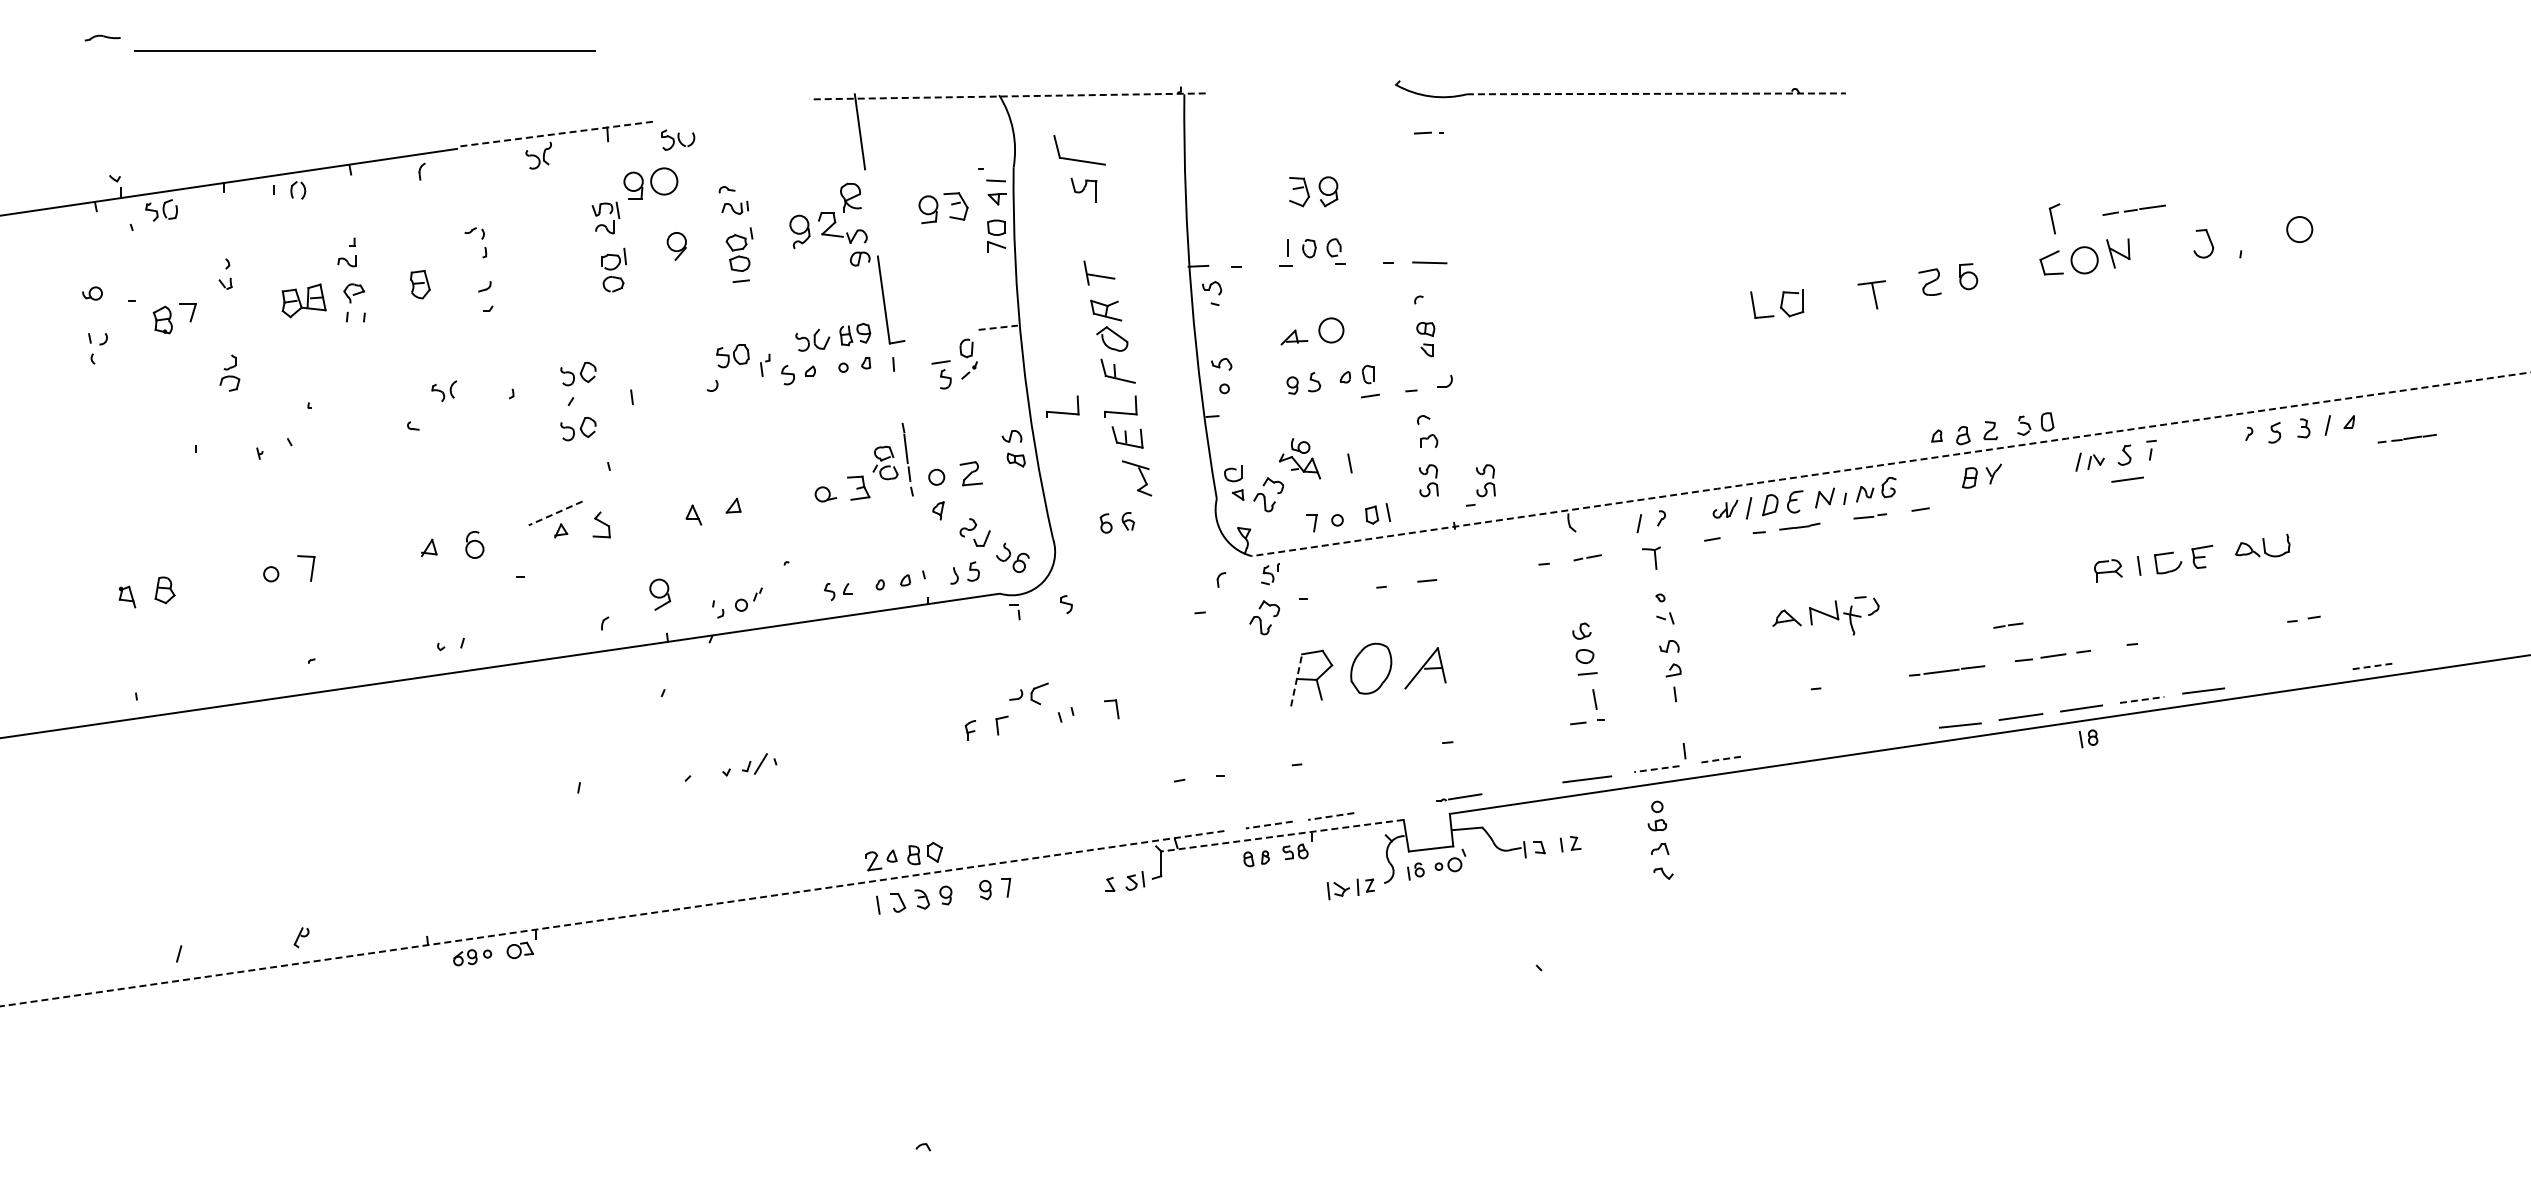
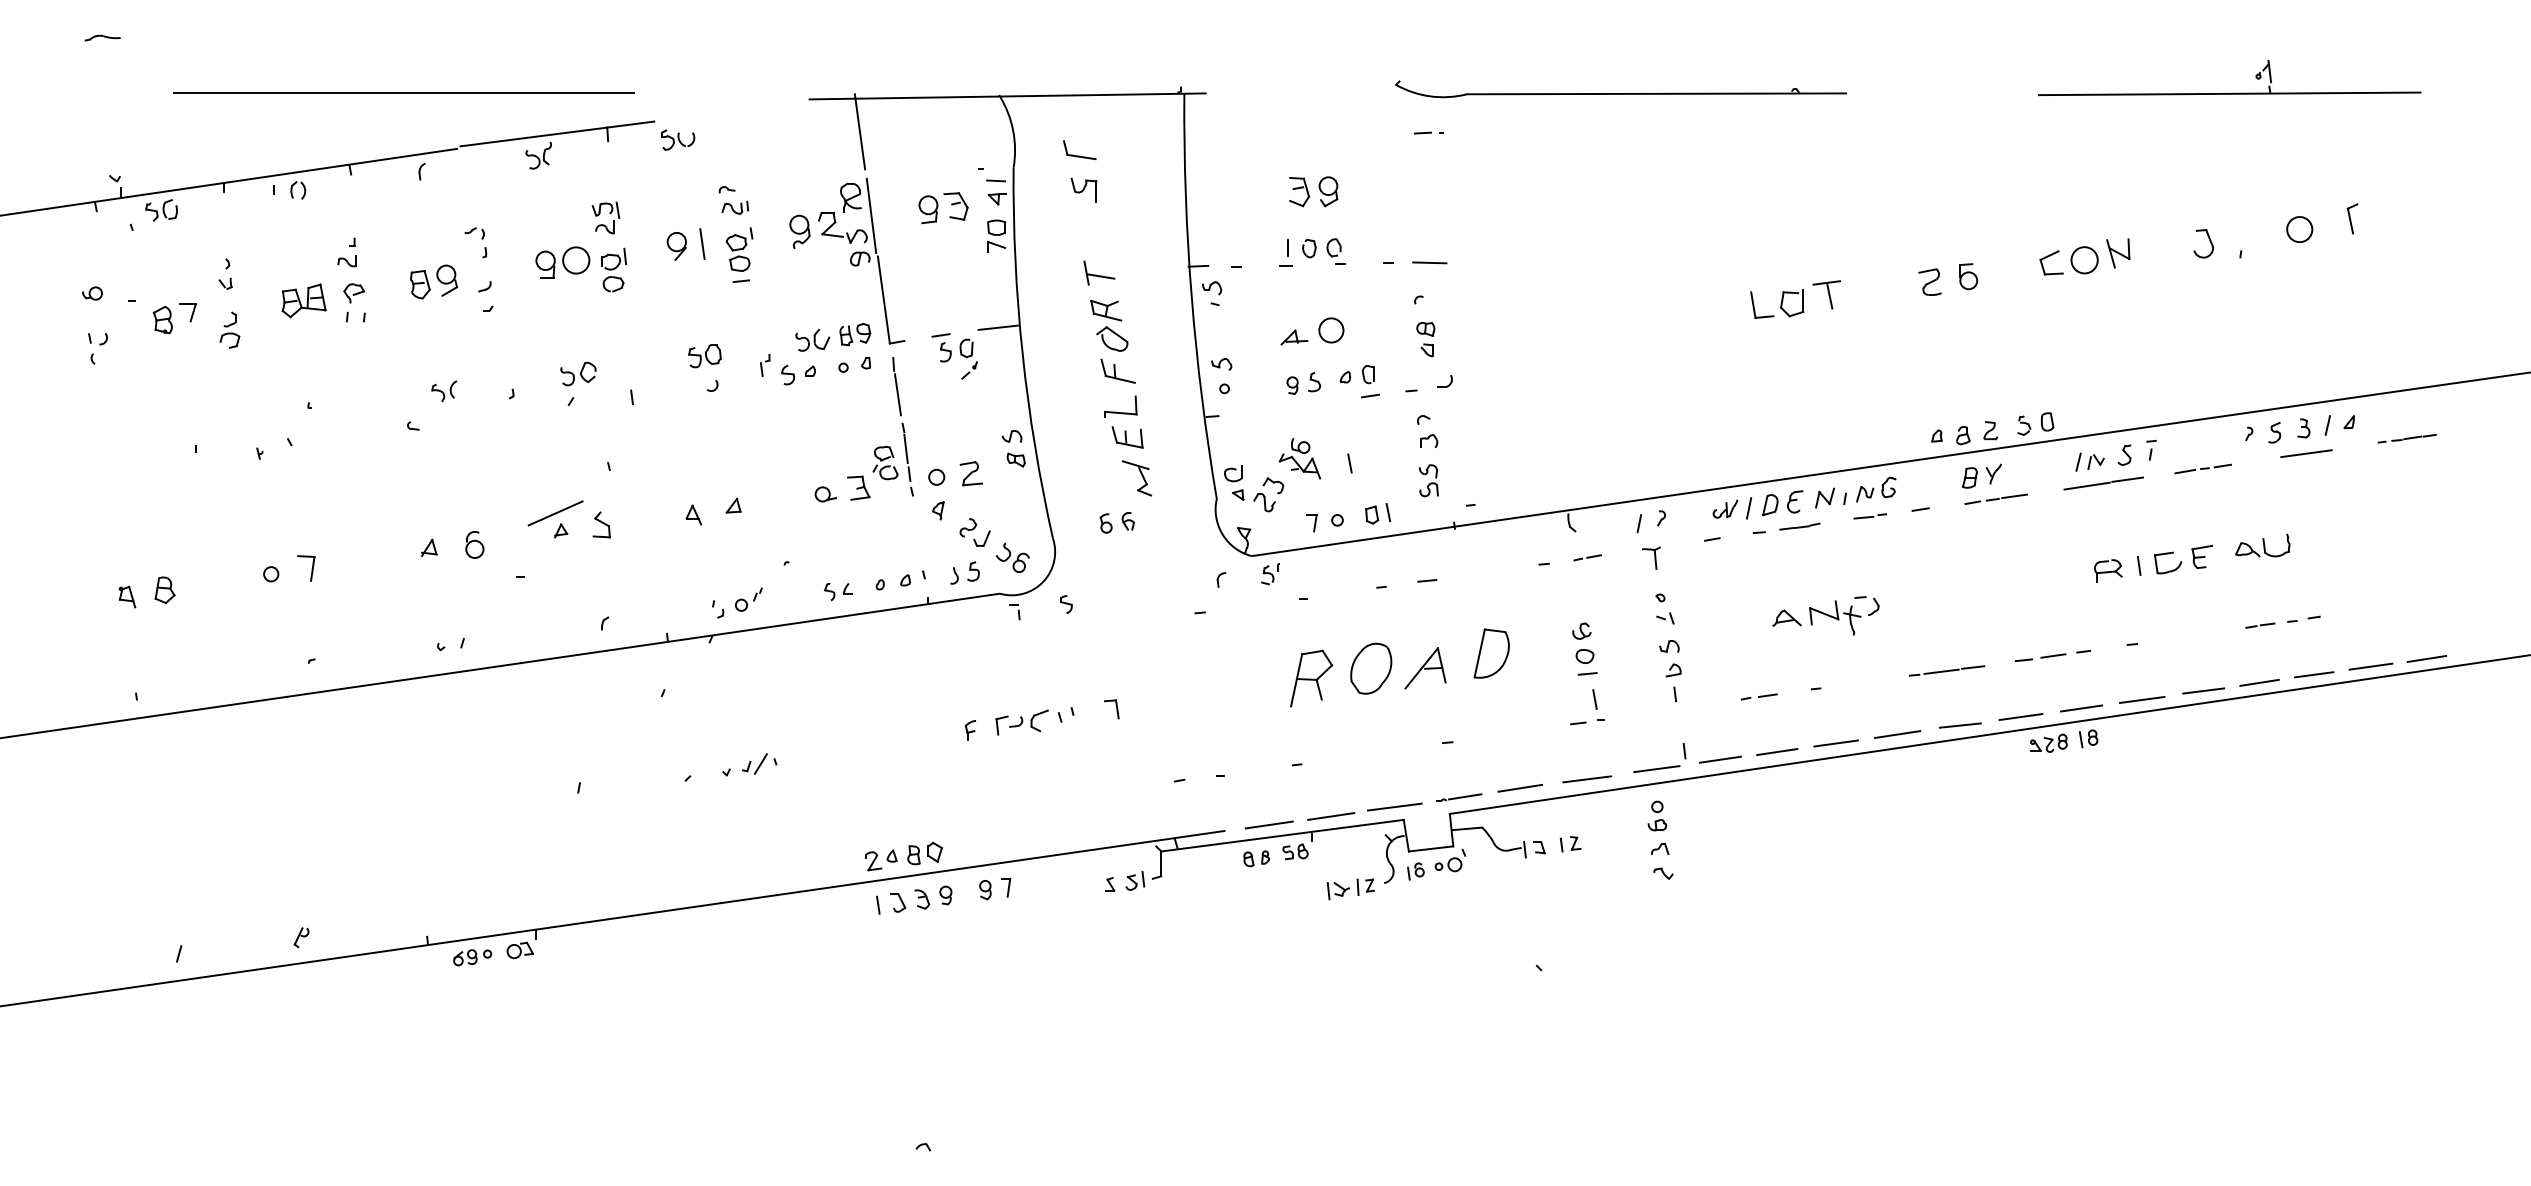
line at (364, 50) position: (364, 50) -> (403, 92)
part at (2232, 92): none -> present
line at (1656, 93): dashed -> solid
line at (1007, 96): dashed -> solid
line at (557, 133): dashed -> solid
part at (1079, 150) size: 53x31 px -> 34x20 px
part at (650, 183) position: (650, 183) -> (562, 262)
line at (2133, 209) position: (2133, 209) -> (1995, 498)
line at (871, 215): none -> present
part at (2054, 218) position: (2054, 218) -> (2352, 218)
line at (702, 244): none -> present
part at (1871, 294) position: (1871, 294) -> (1826, 294)
line at (998, 327): dashed -> solid
part at (732, 356) position: (732, 356) -> (704, 356)
part at (229, 372) position: (229, 372) -> (229, 329)
part at (941, 374) position: (941, 374) -> (941, 347)
line at (897, 394): none -> present
part at (1062, 406): present -> none
part at (578, 429): present -> none
line at (2306, 453): none -> present
arc at (1890, 464): dashed -> solid
part at (2202, 468): none -> present
part at (1485, 480): present -> none
line at (2086, 485): none -> present
line at (555, 513): dashed -> solid
part at (660, 594) position: (660, 594) -> (447, 280)
part at (1264, 617): present -> none
line at (2008, 625) position: (2008, 625) -> (2260, 625)
part at (1491, 653): none -> present
line at (2426, 658): none -> present
line at (2370, 666): dashed -> solid
line at (2314, 674): none -> present
line at (1296, 680): dashed -> solid
line at (2259, 682): none -> present
part at (1028, 693) position: (1028, 693) -> (1028, 720)
part at (1758, 696): none -> present
line at (2142, 699): dashed -> solid
line at (1897, 734): none -> present
part at (2048, 742): none -> present
line at (1835, 743): none -> present
line at (1777, 752): none -> present
line at (1720, 759): dashed -> solid
line at (1656, 769): dashed -> solid
line at (1520, 787): none -> present
line at (1394, 806): none -> present
line at (1330, 816): dashed -> solid
line at (1269, 825): dashed -> solid
line at (1282, 835): dashed -> solid
line at (613, 918): dashed -> solid
